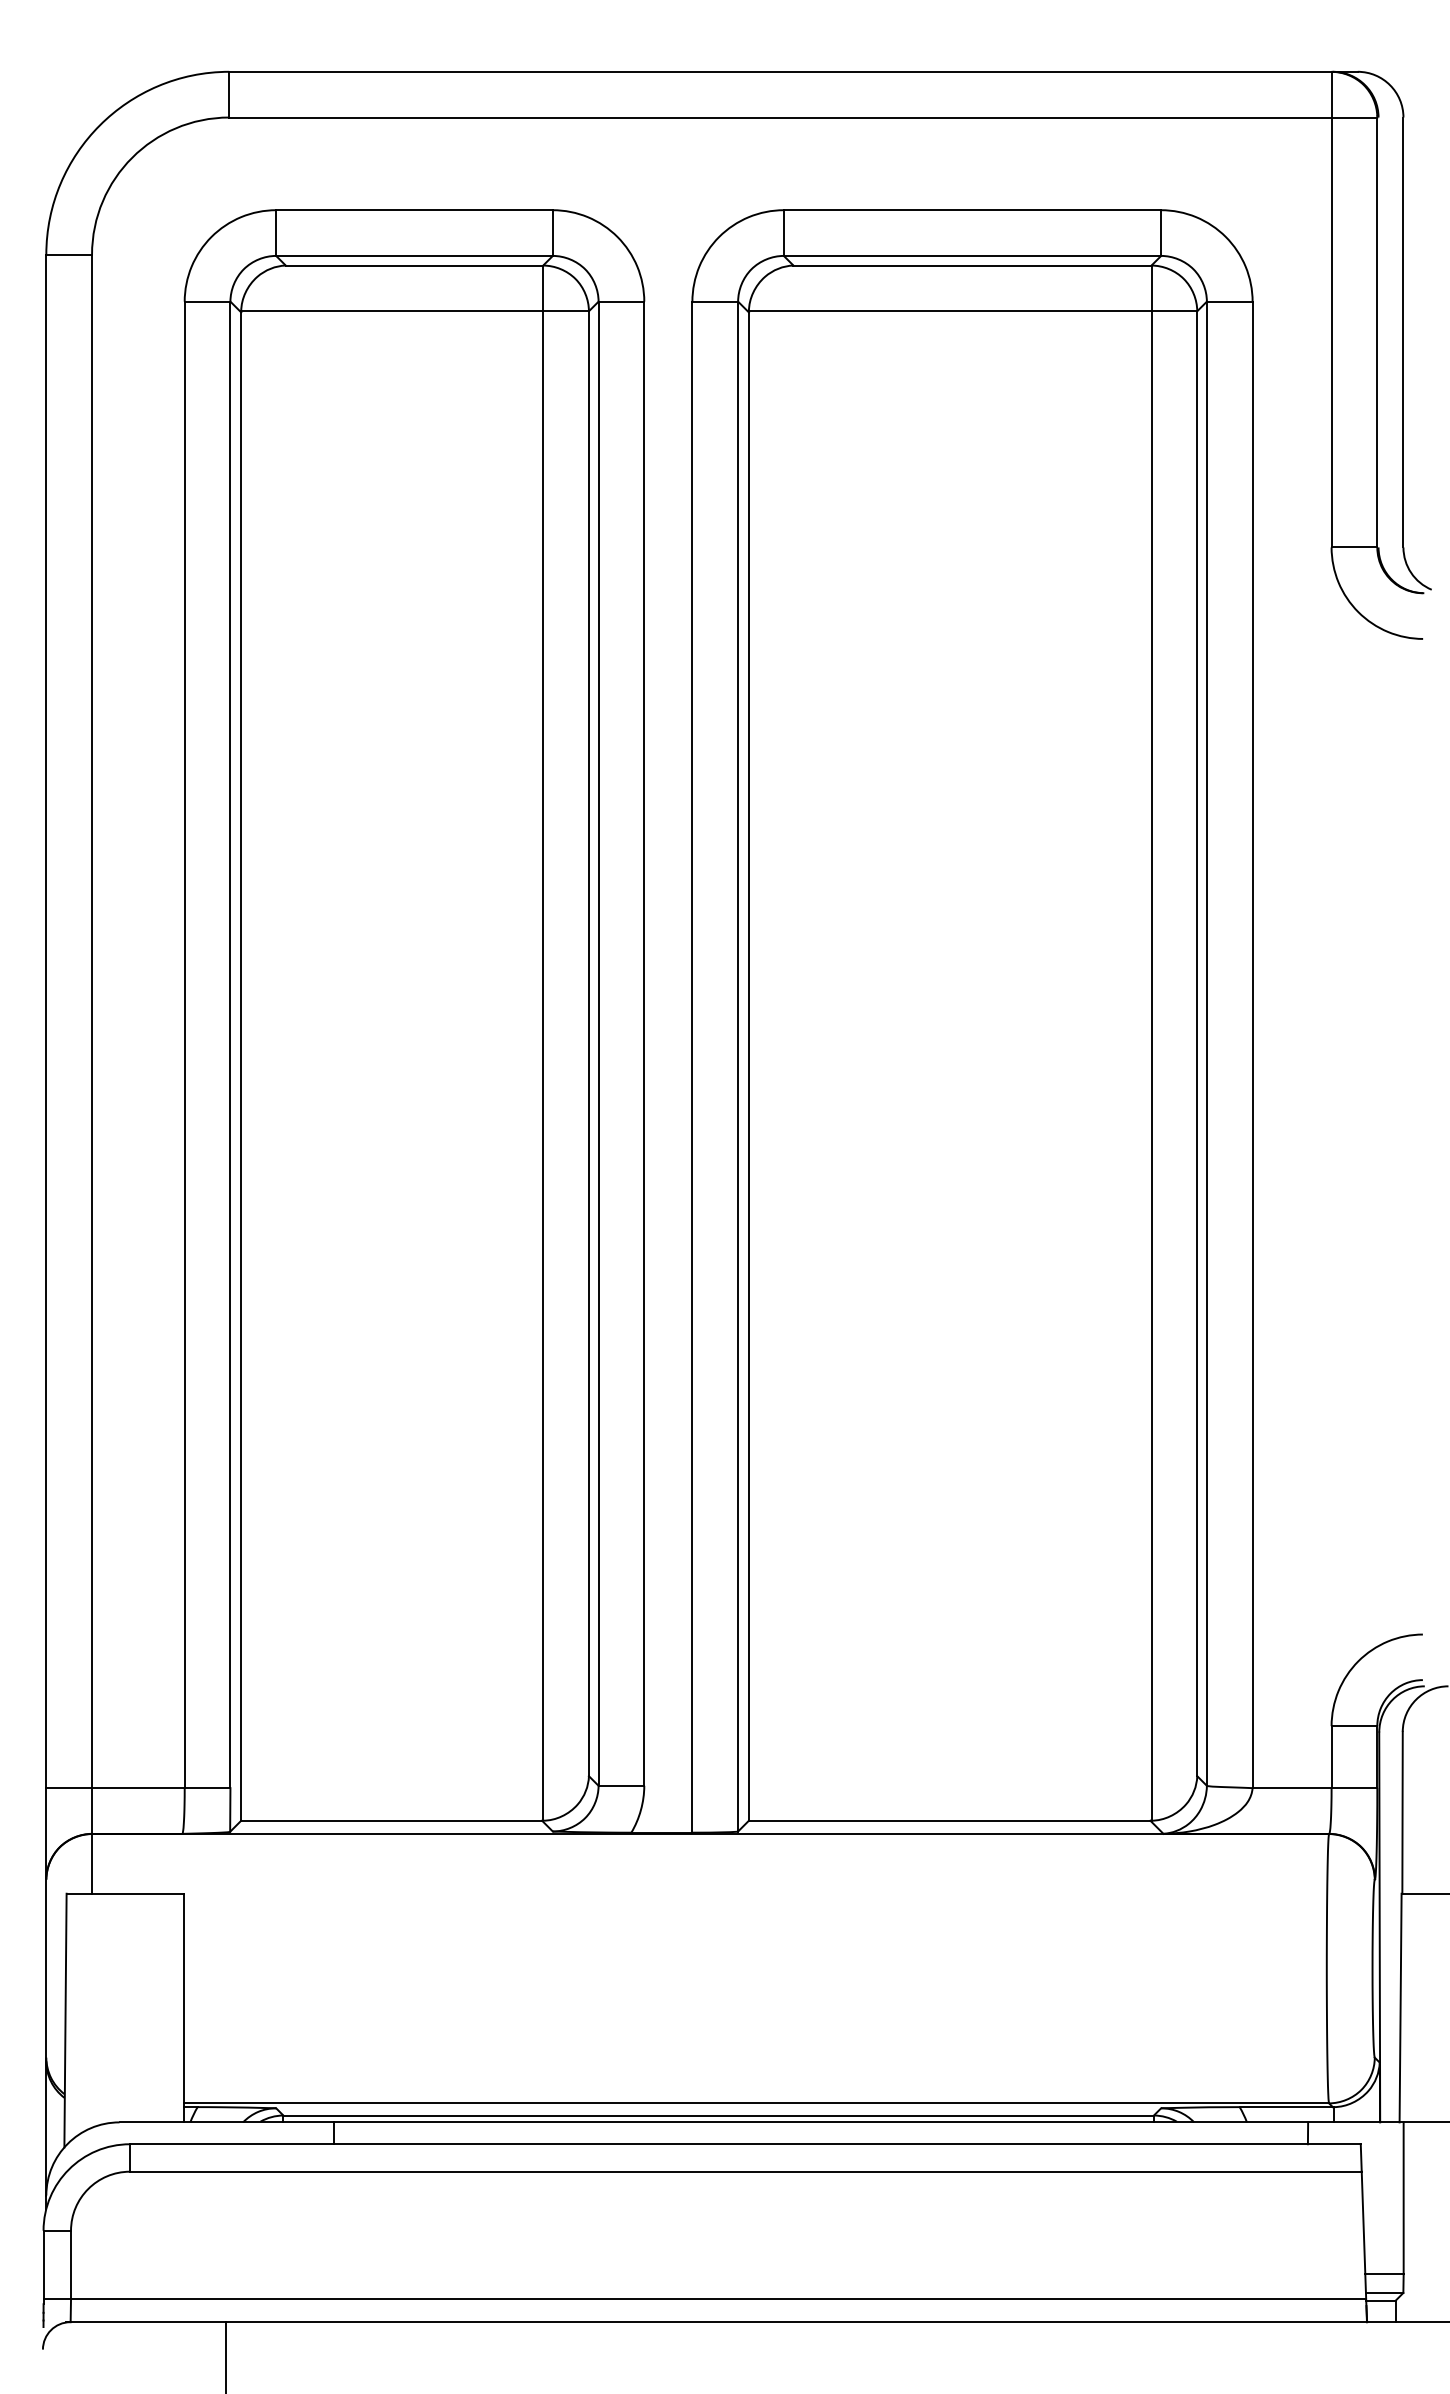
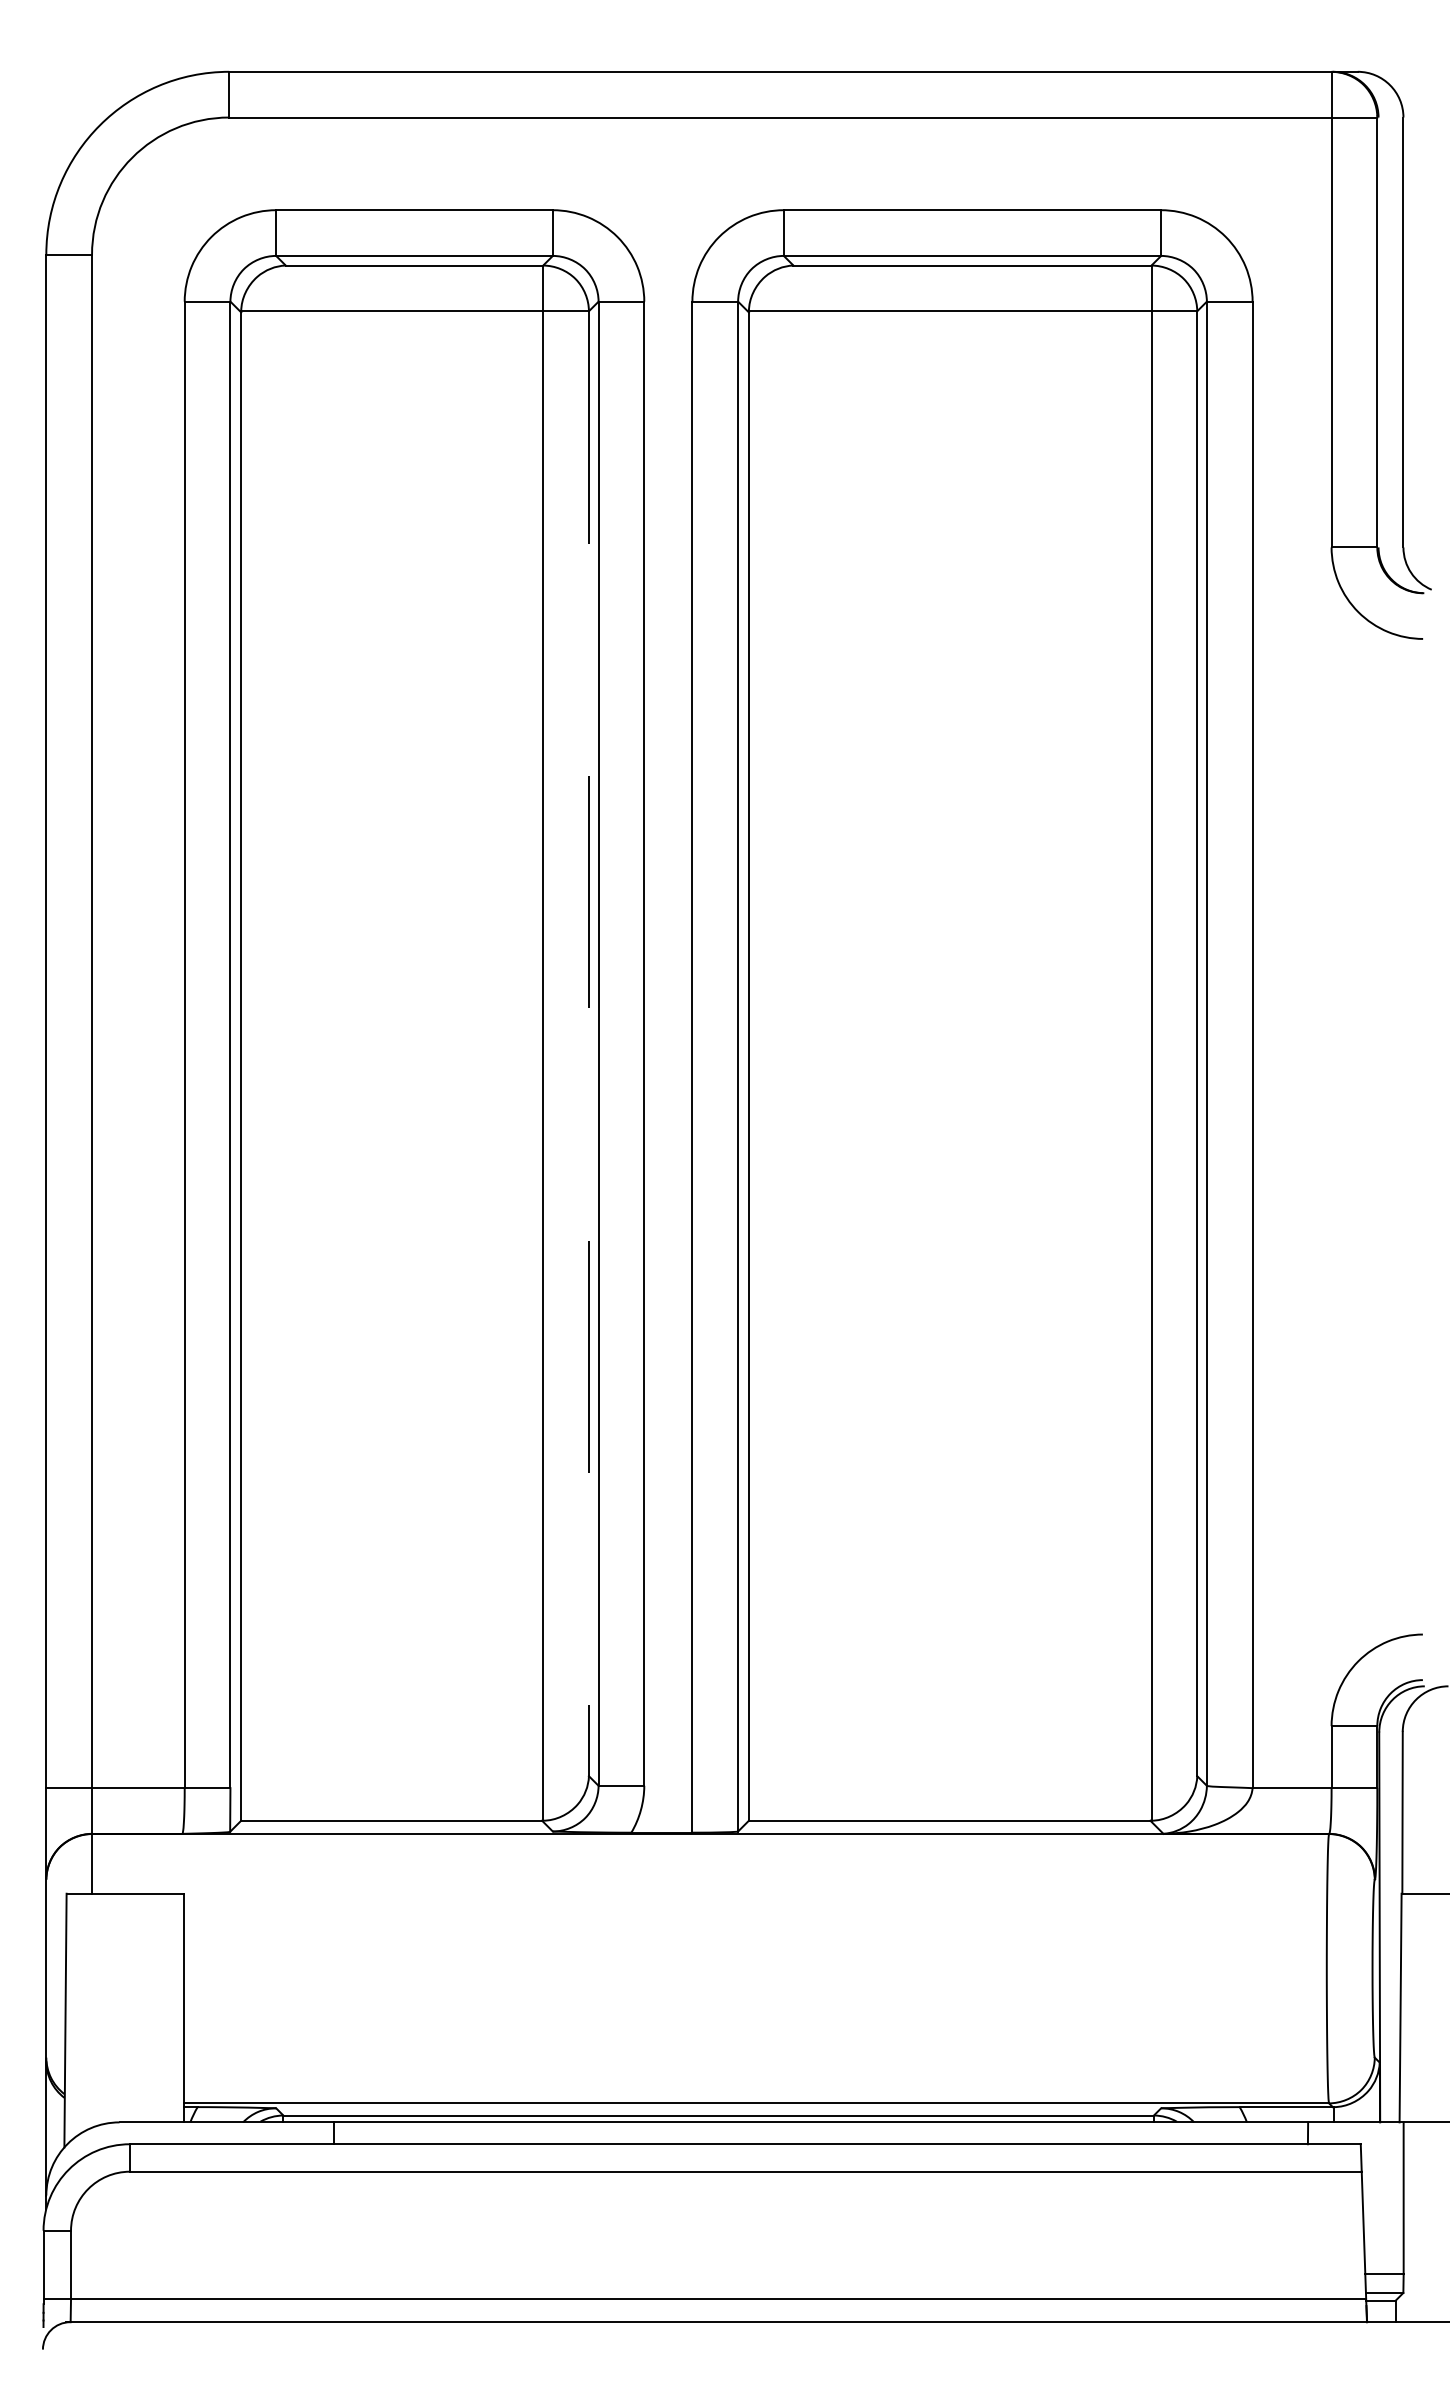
line at (588, 1044): solid -> dashed
line at (225, 2356): present -> none
